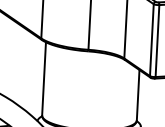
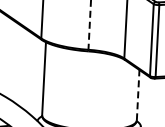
line at (89, 25): solid -> dashed
line at (138, 94): solid -> dashed
